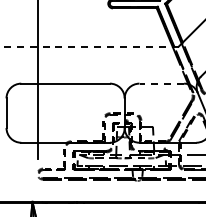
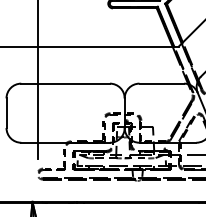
line at (88, 46): dashed -> solid
line at (161, 83): dashed -> solid
